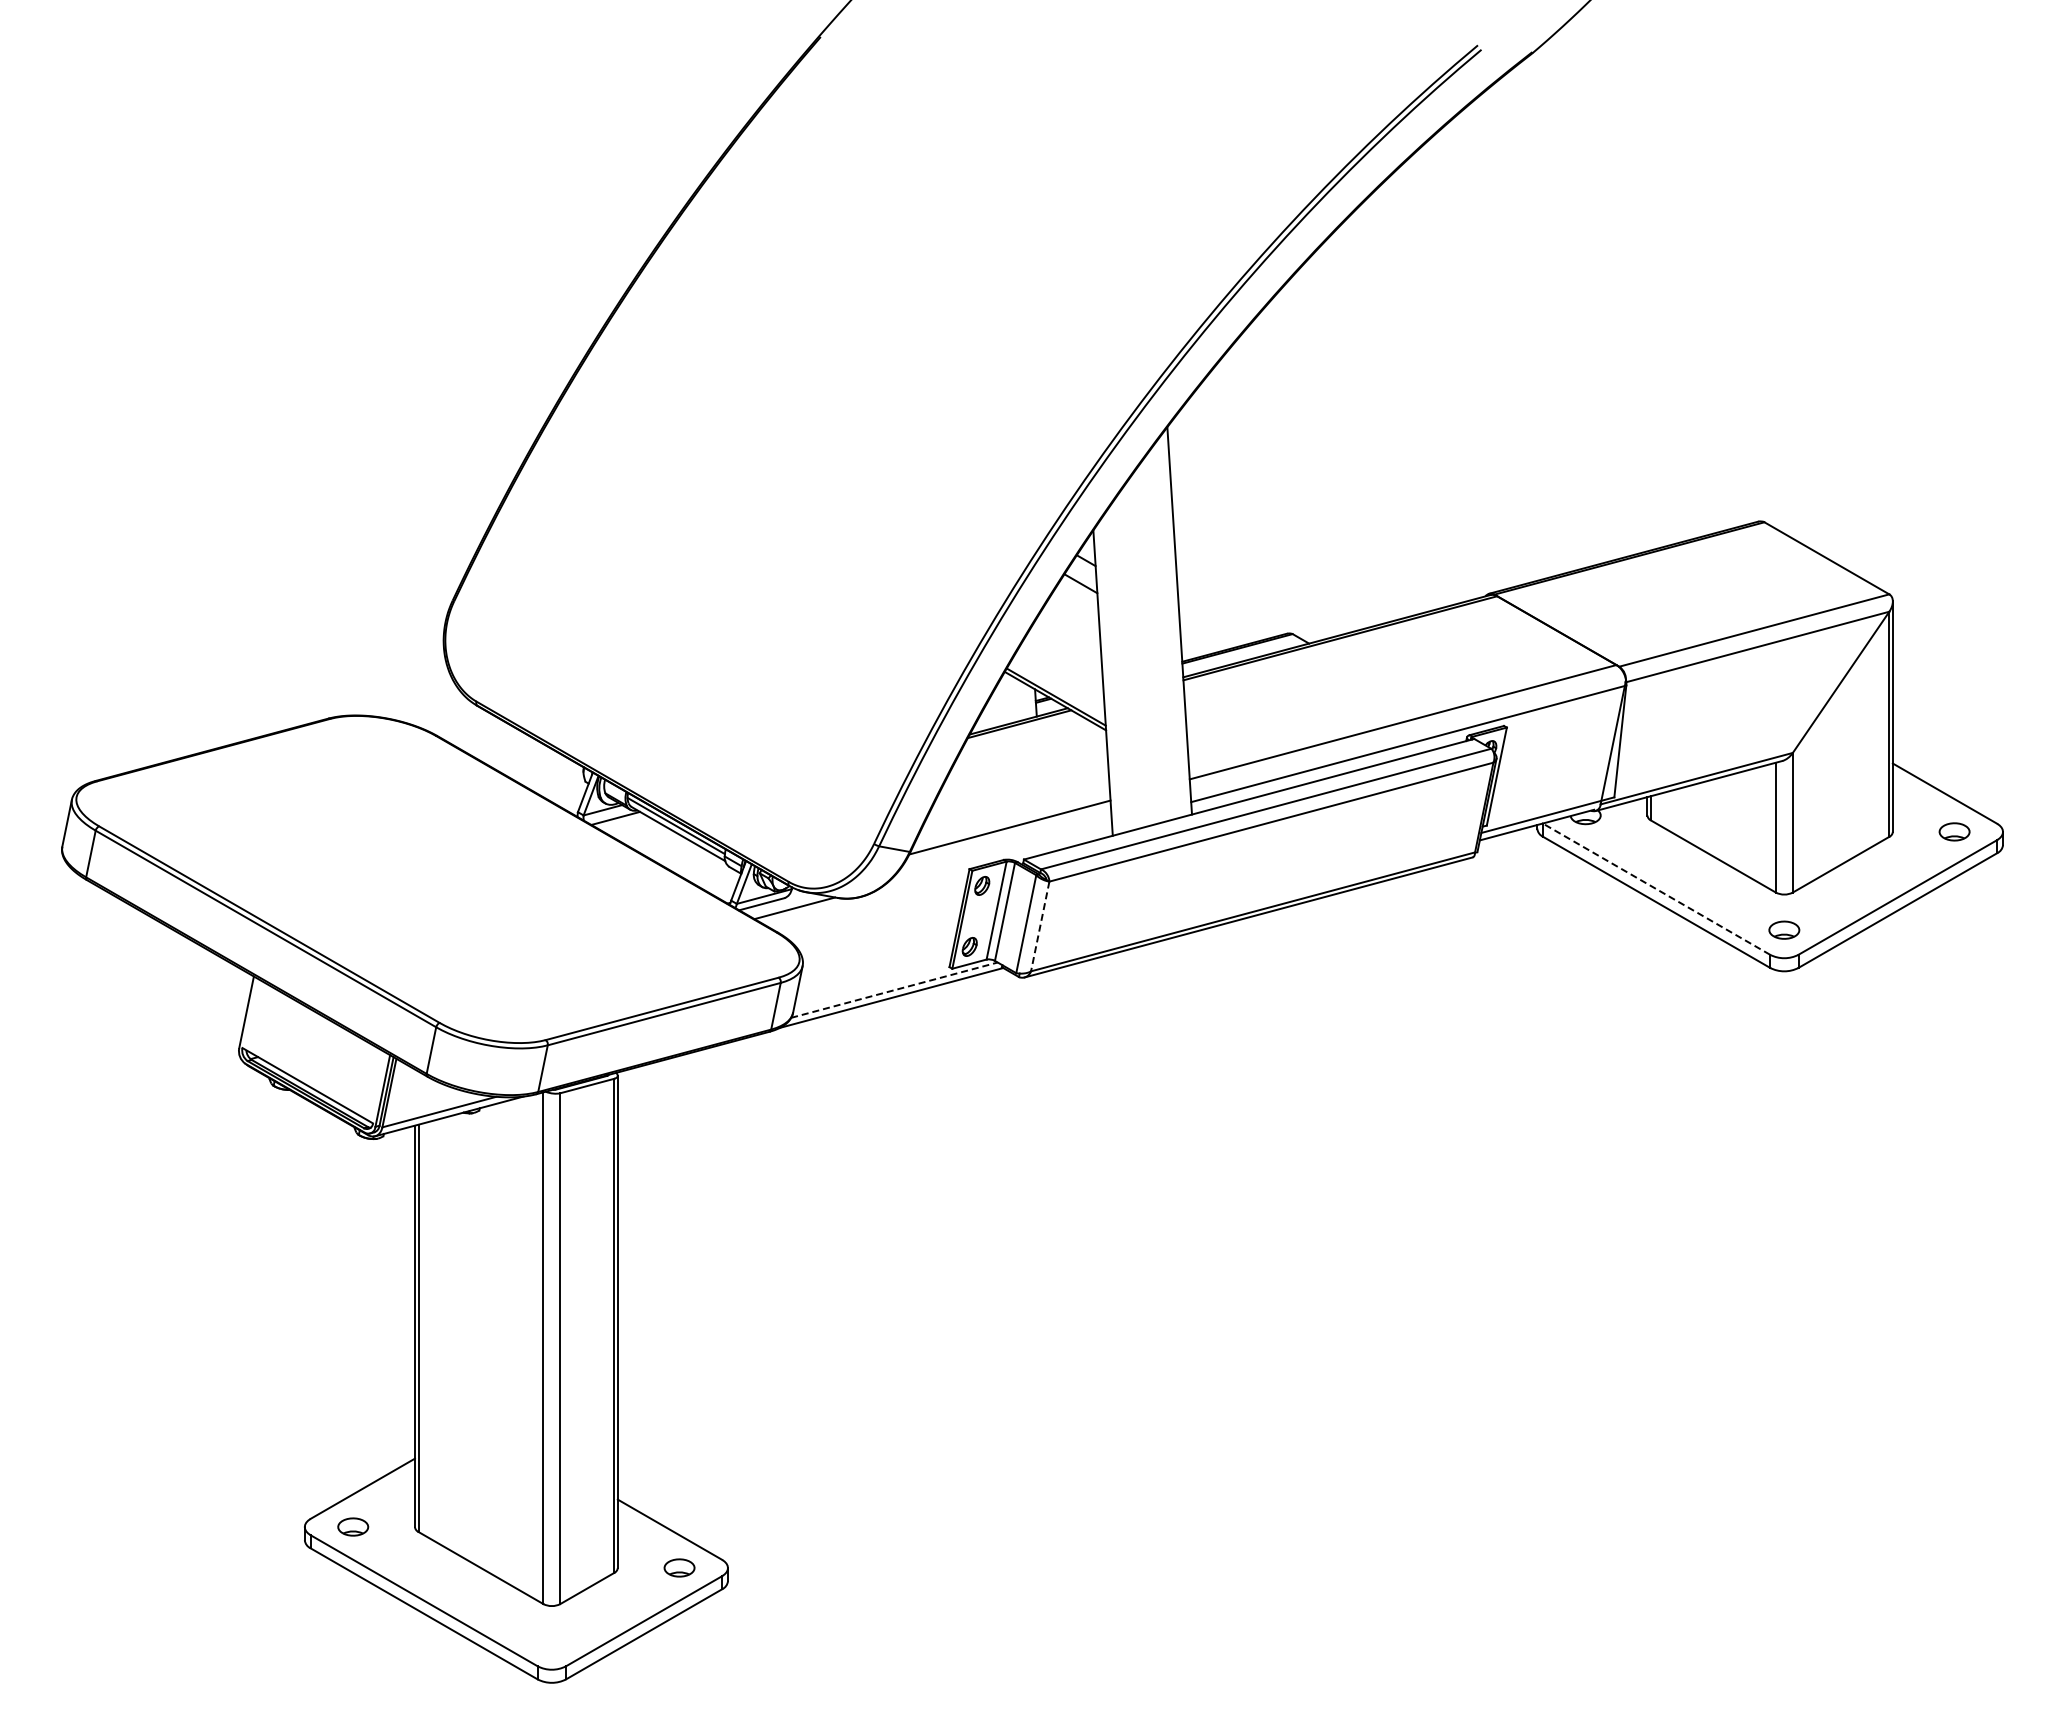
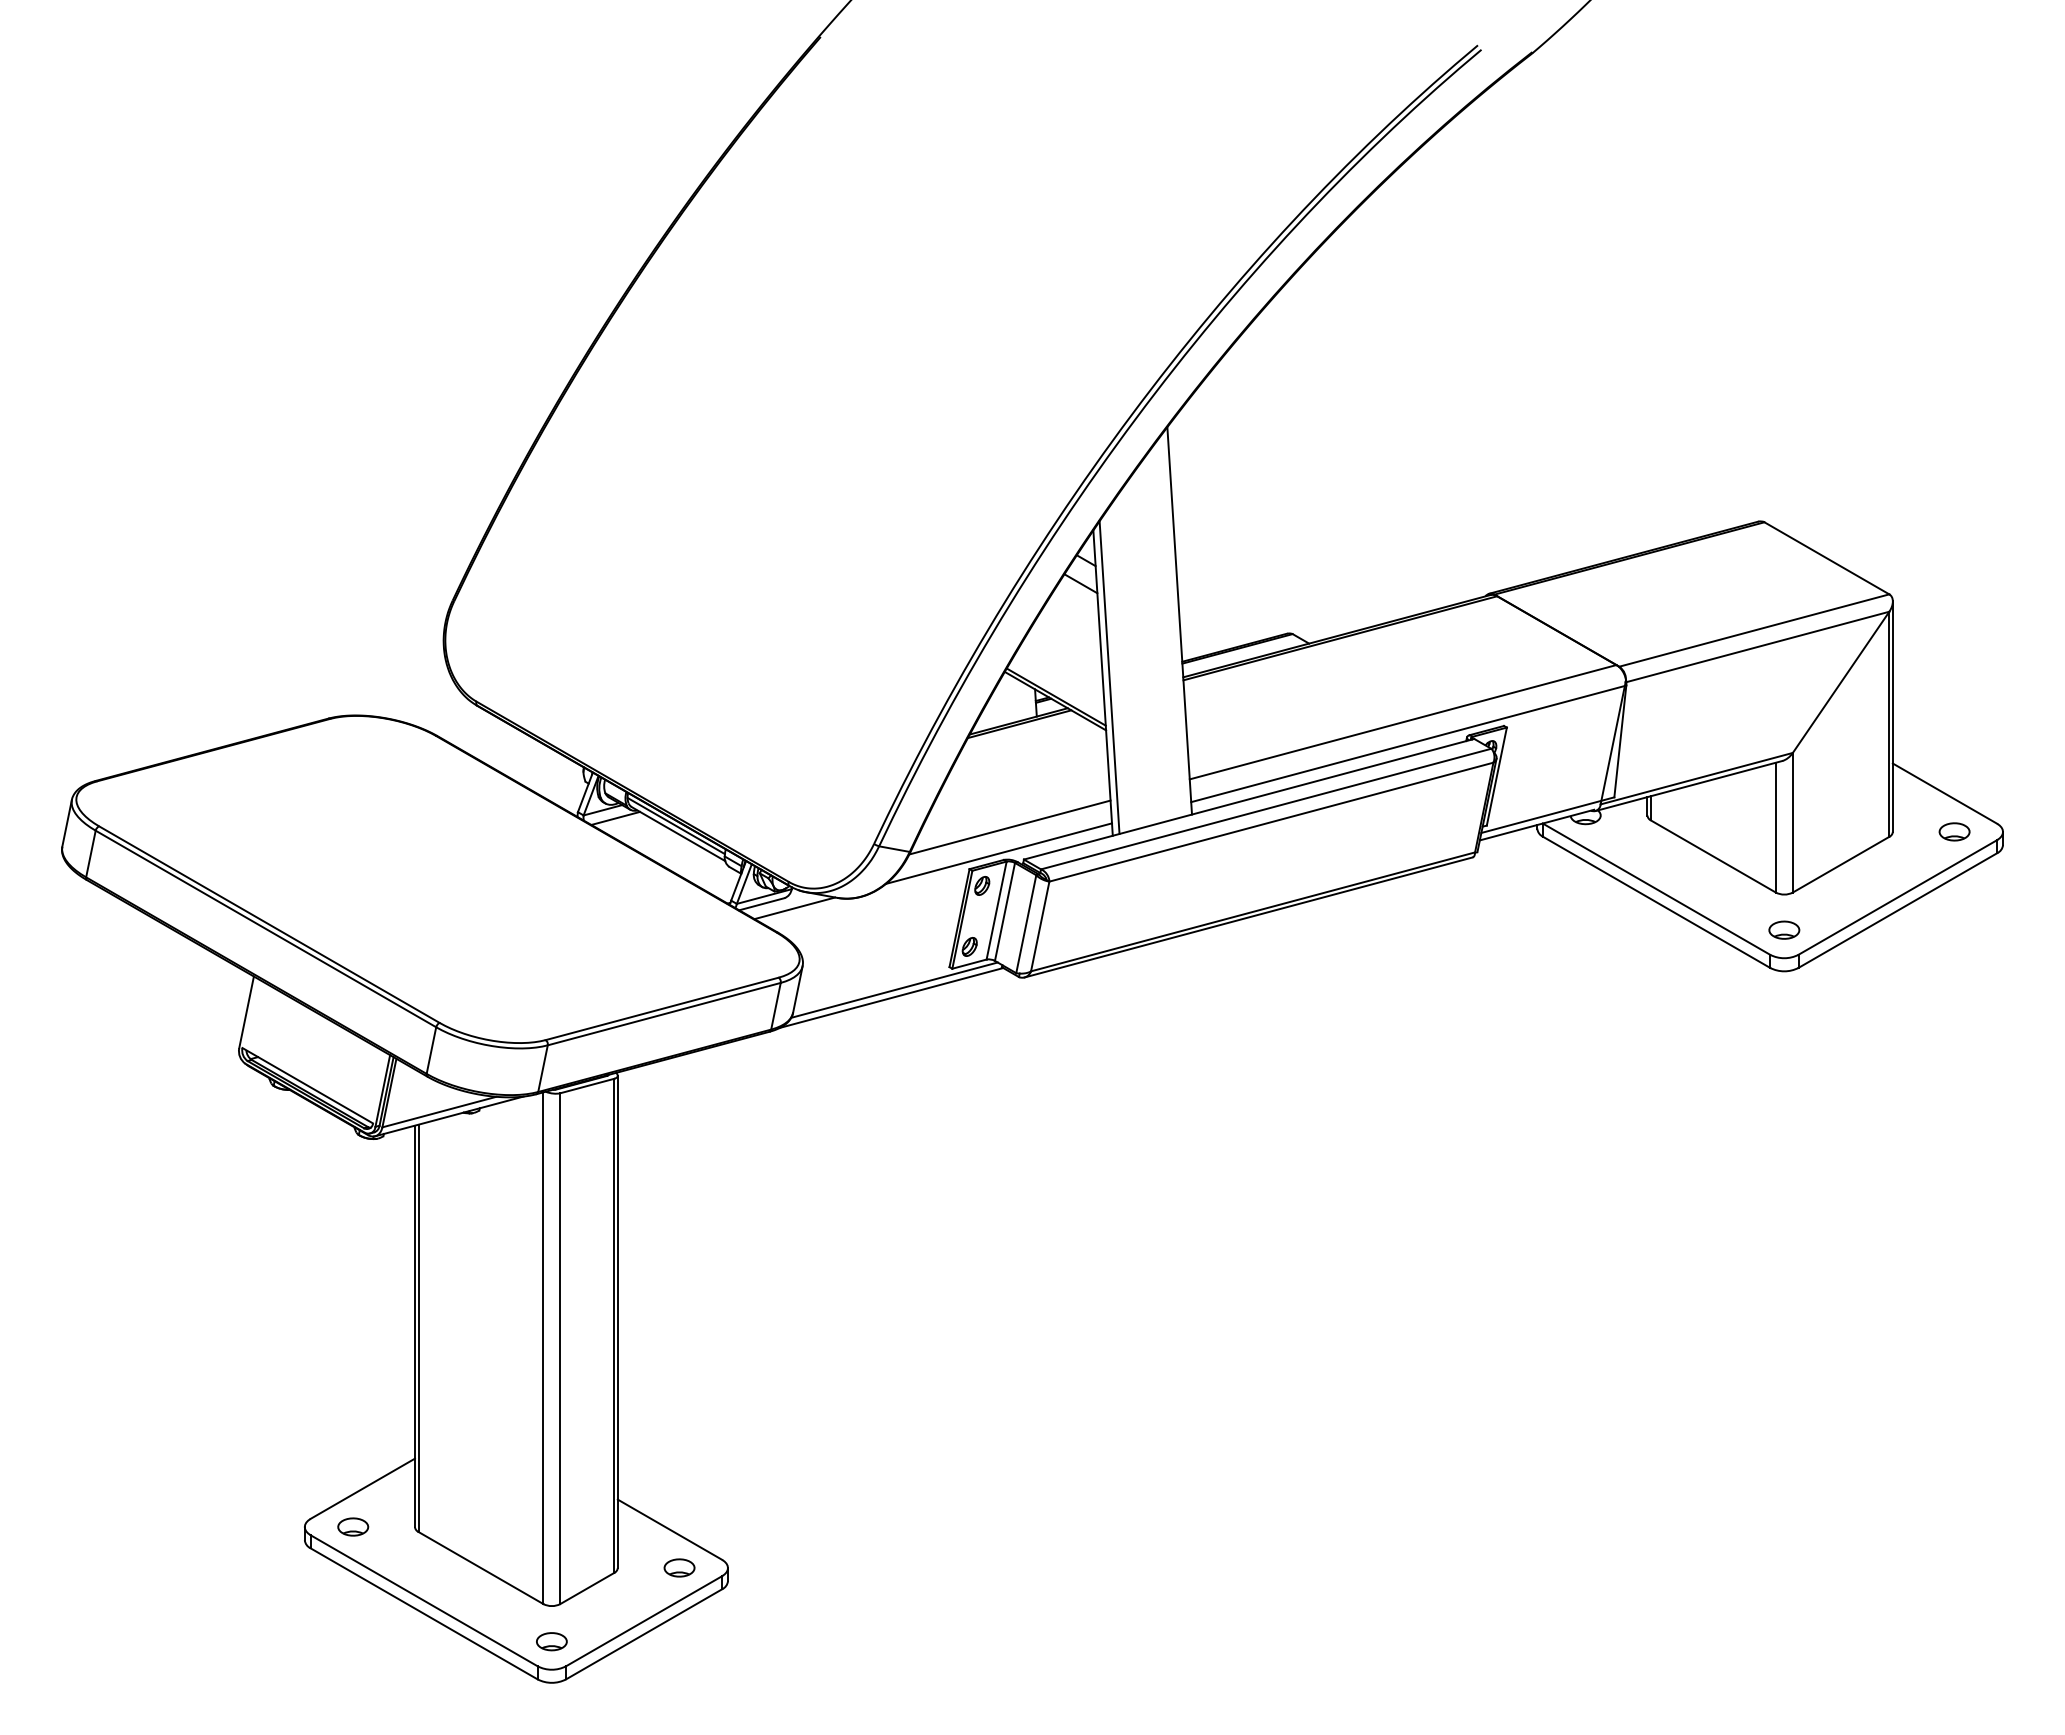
line at (1109, 677): none -> present
line at (998, 853): none -> present
line at (1656, 889): dashed -> solid
line at (1040, 926): dashed -> solid
line at (894, 990): dashed -> solid
part at (551, 1641): none -> present
